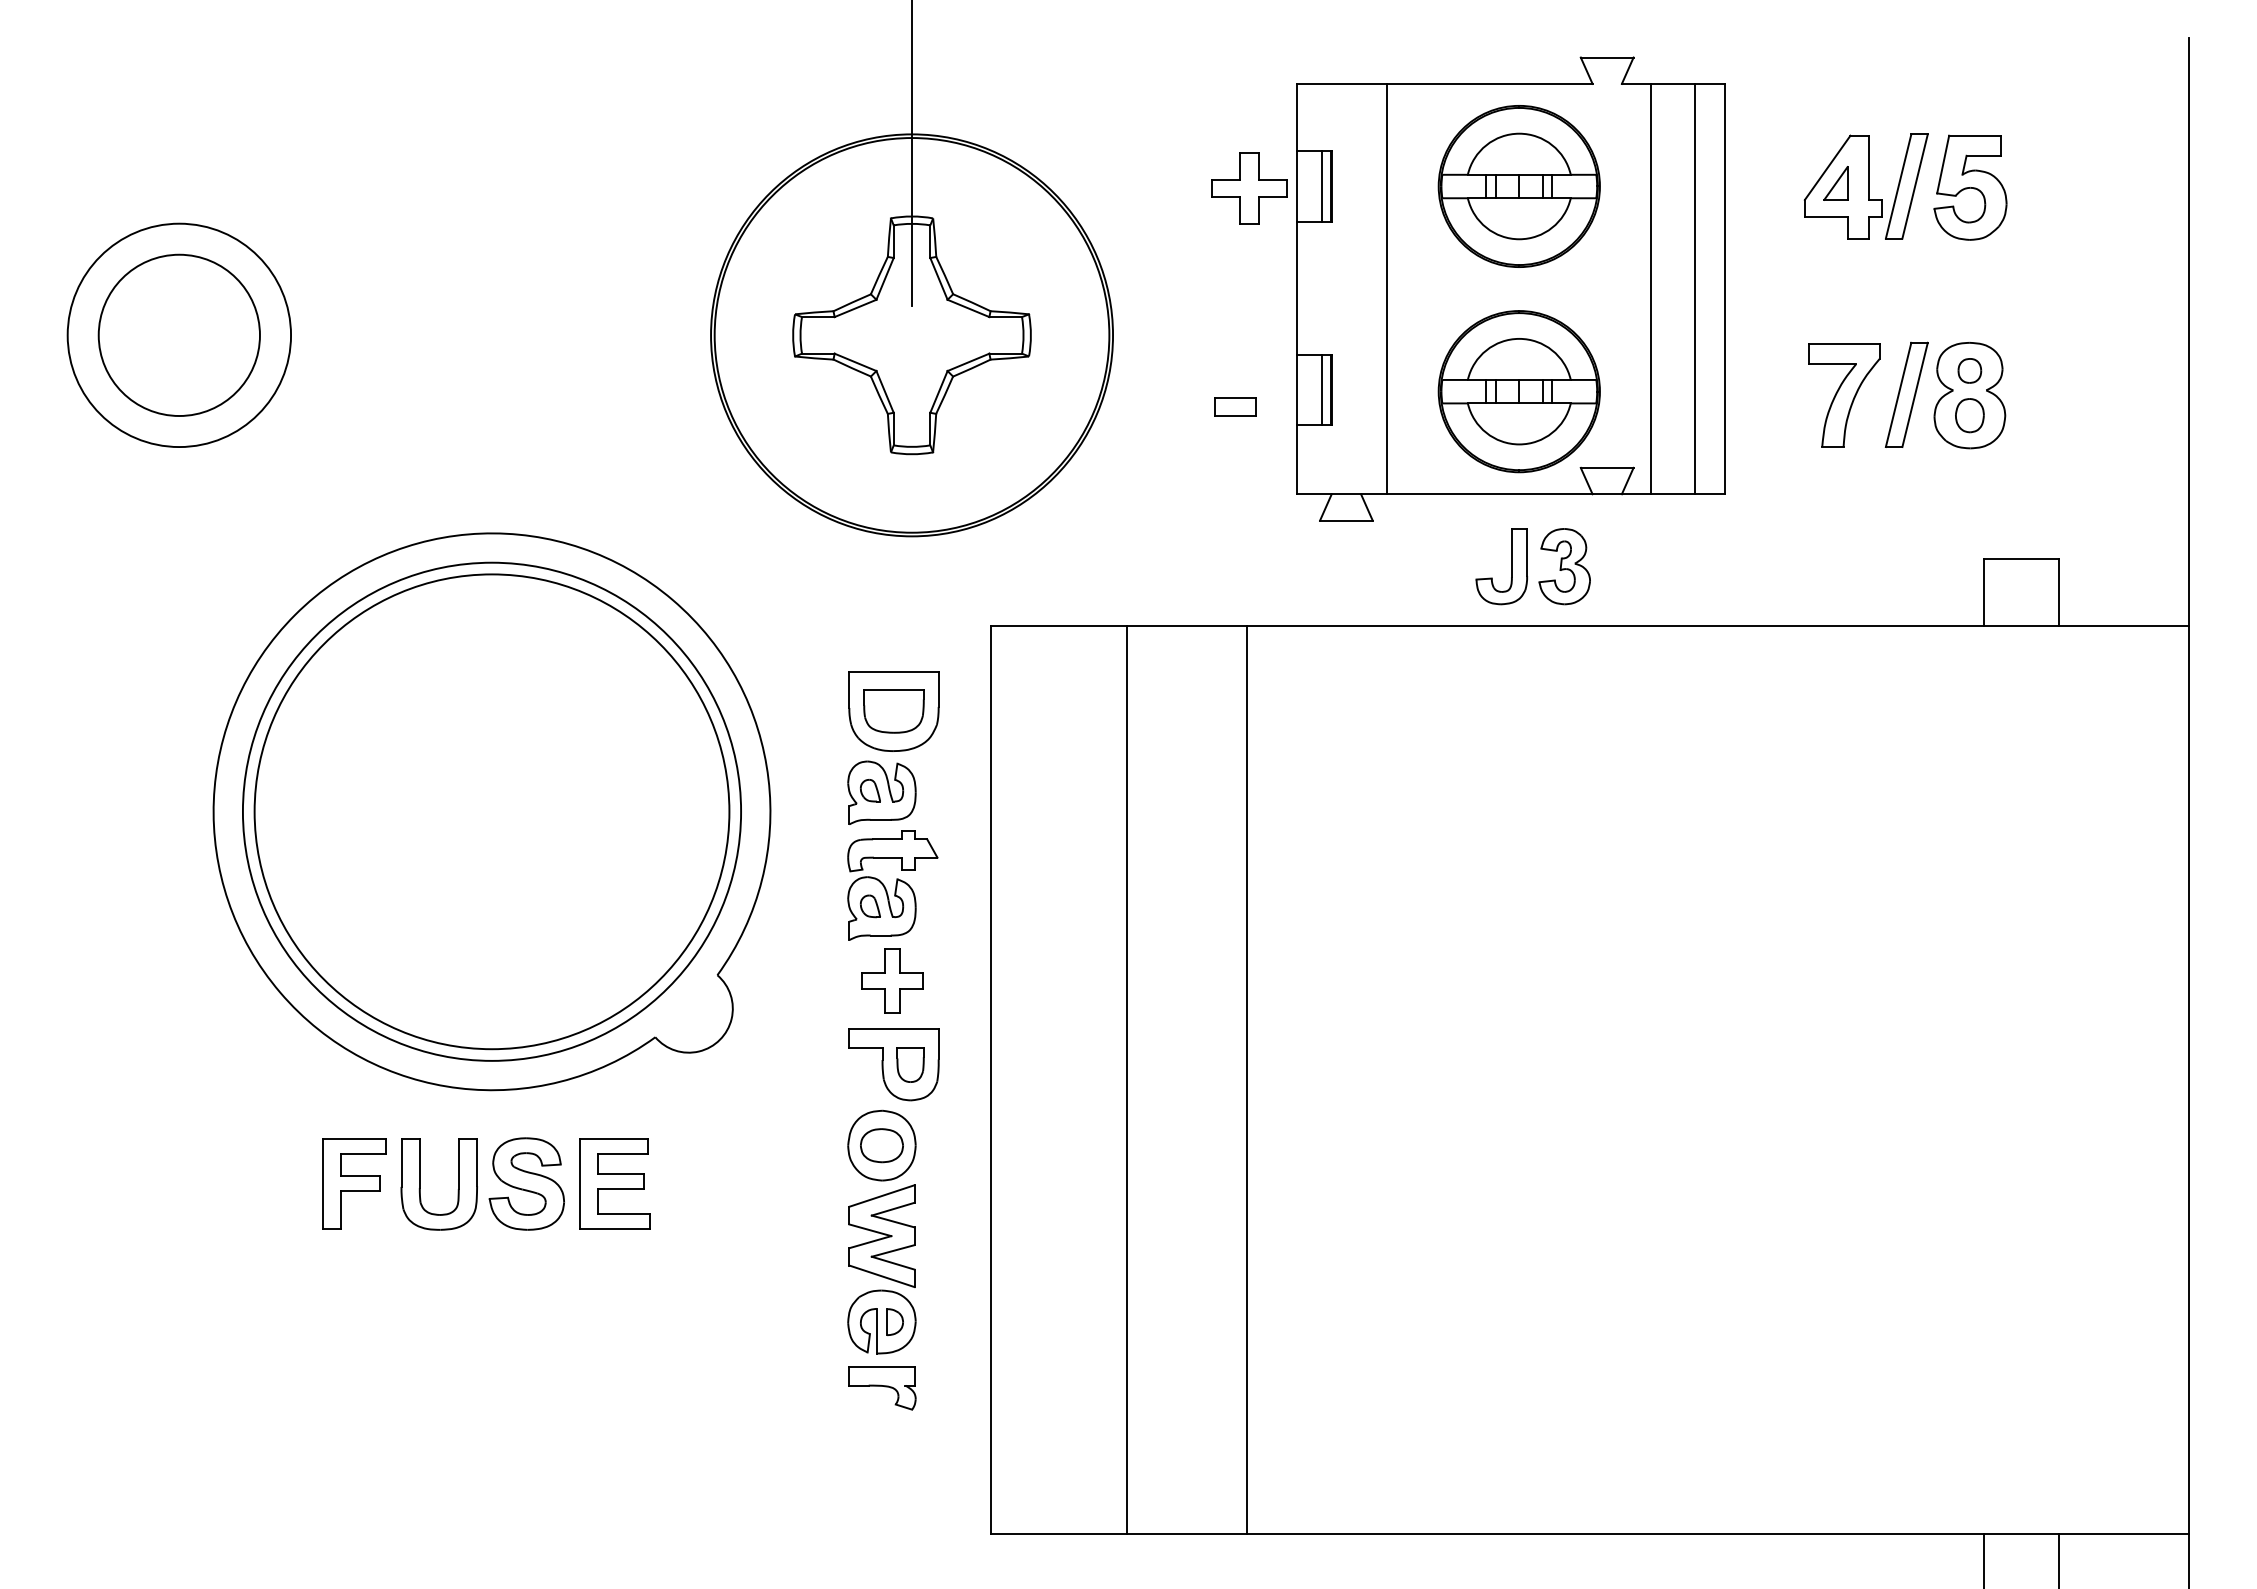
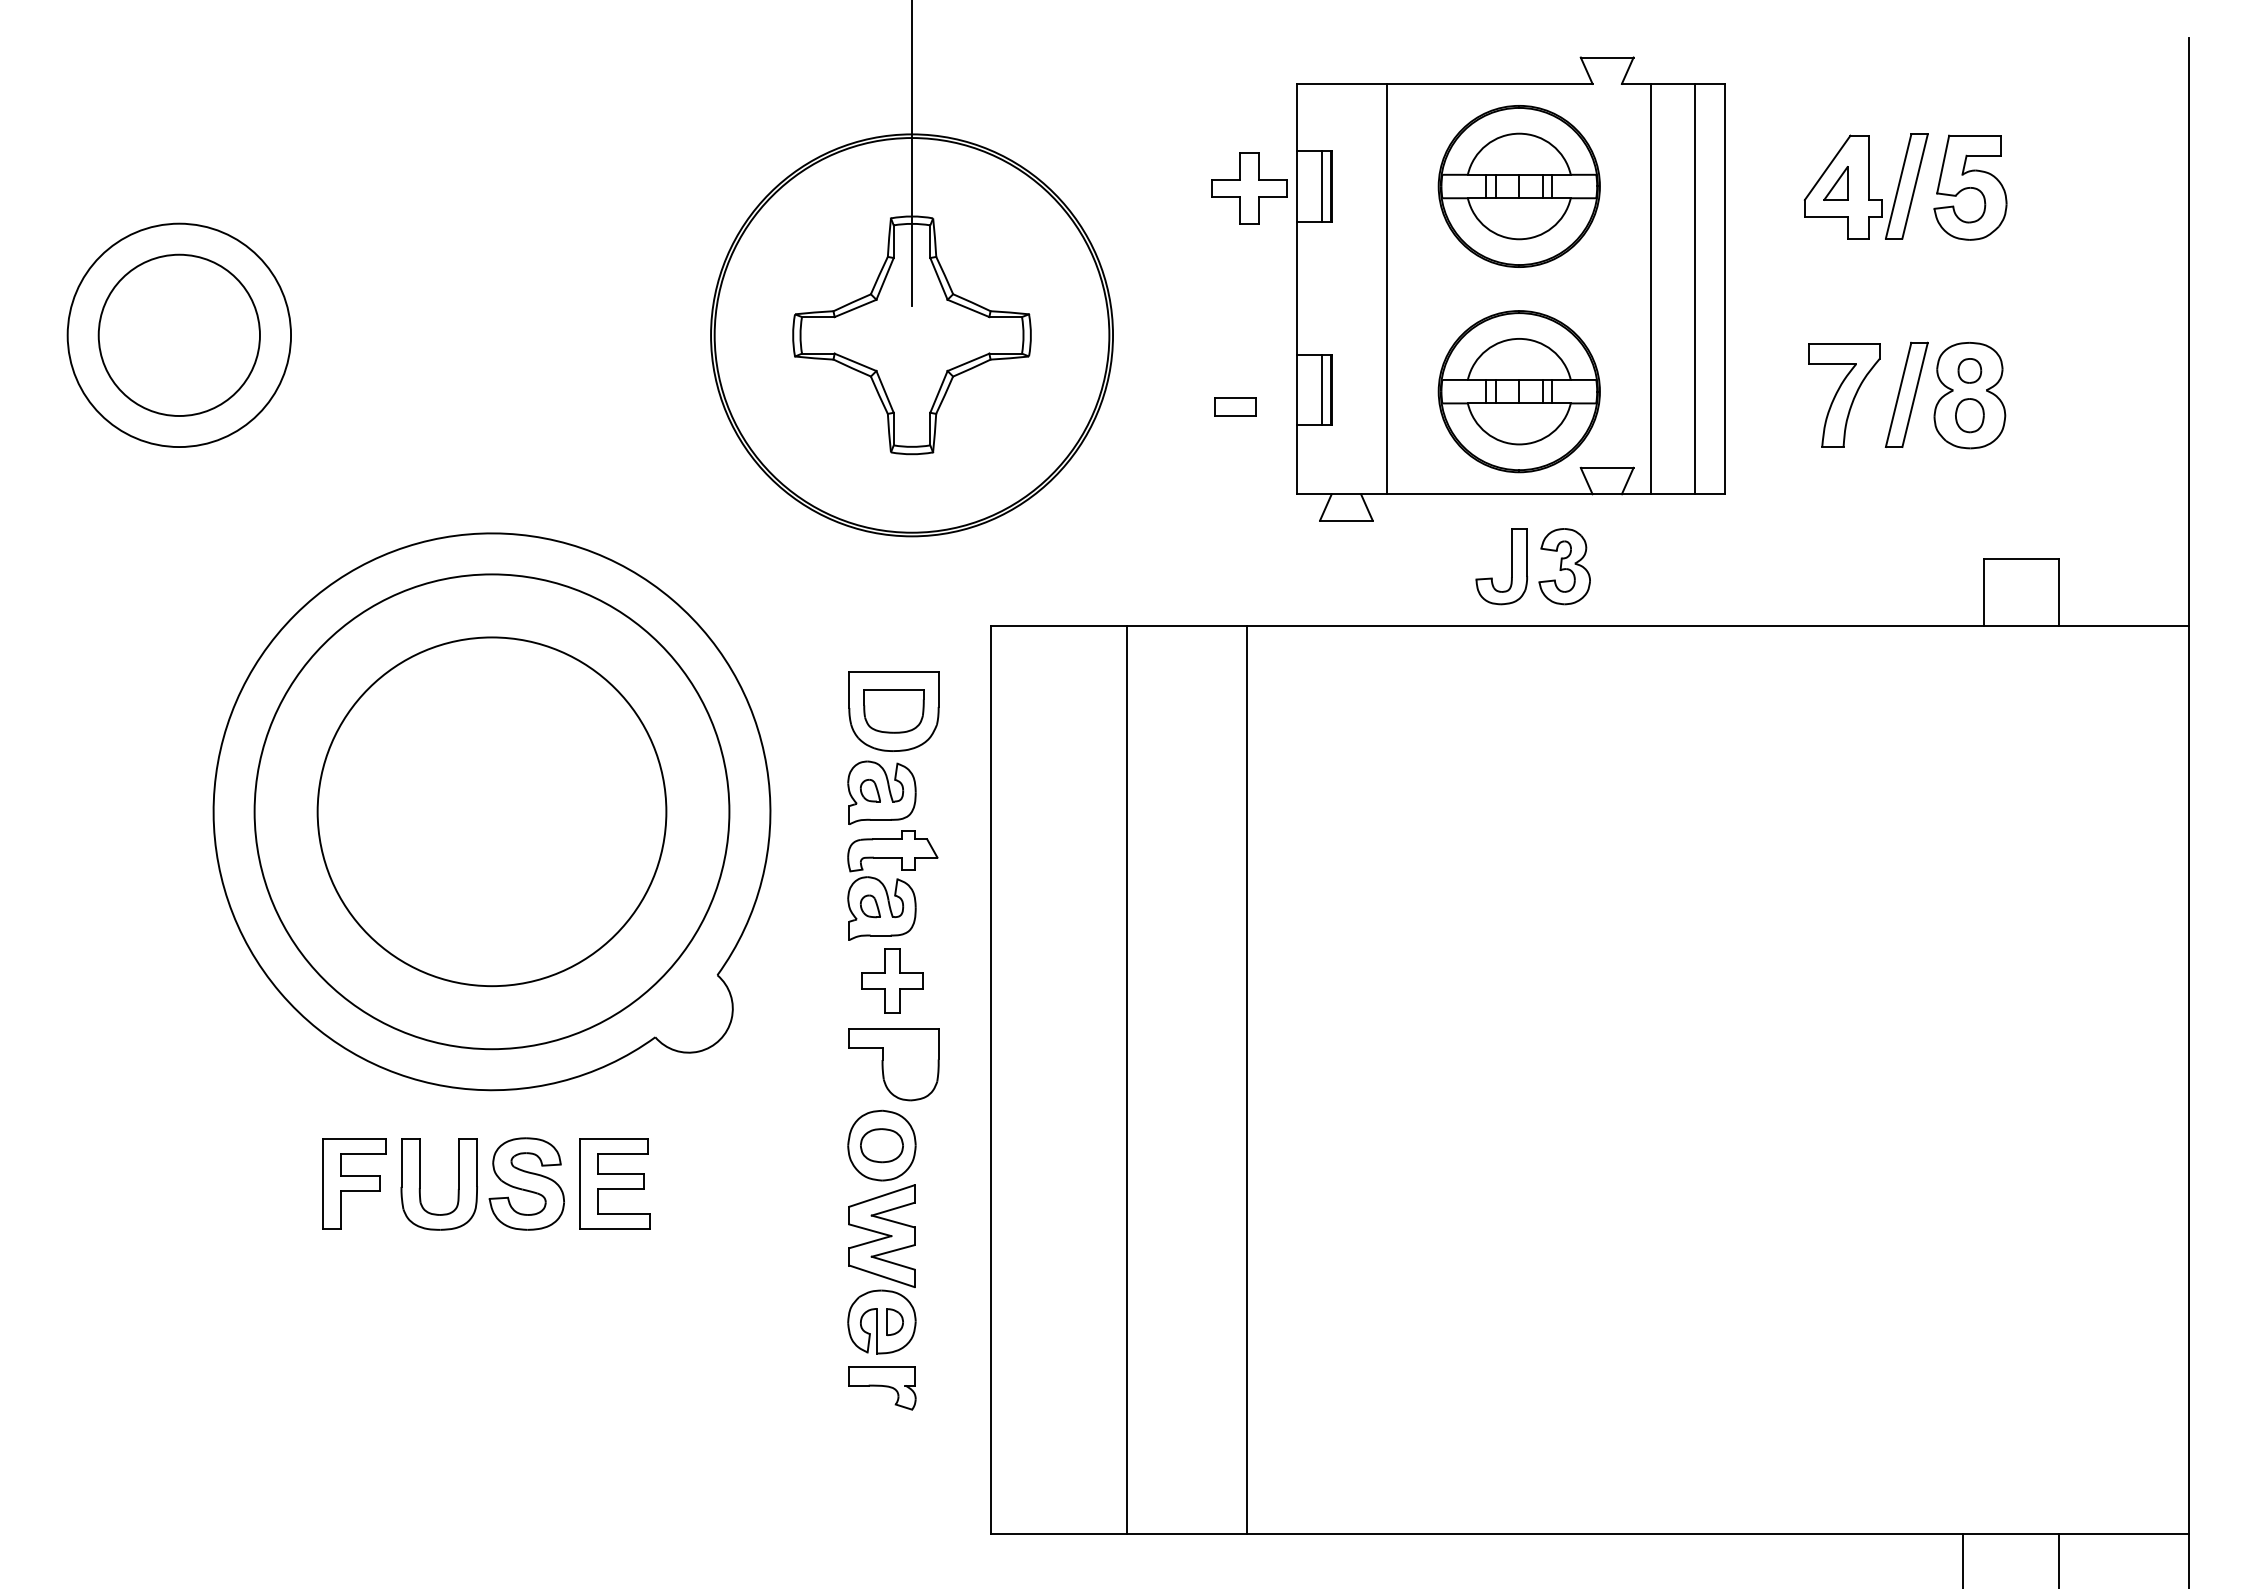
circle at (491, 811) diameter: 498 px -> 349 px
part at (910, 1064): present -> none
line at (1984, 1559) position: (1984, 1559) -> (1963, 1559)
